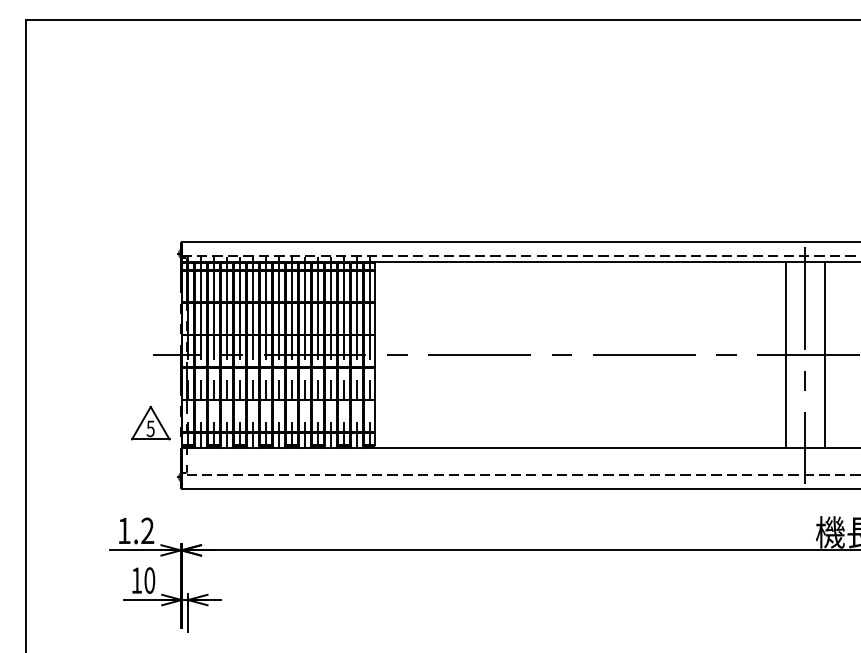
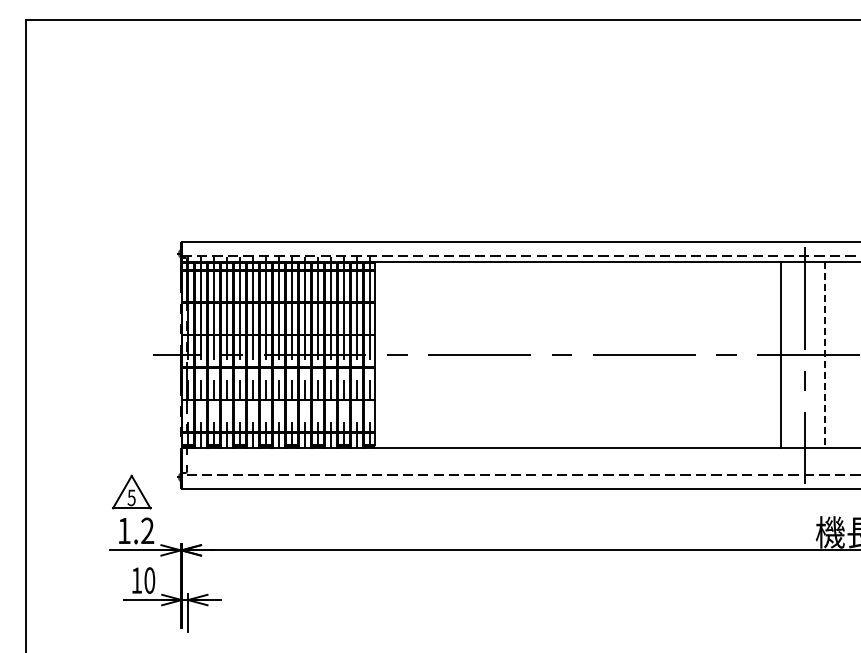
line at (785, 354) position: (785, 354) -> (780, 354)
line at (824, 355): solid -> dashed
part at (150, 422) position: (150, 422) -> (131, 491)
